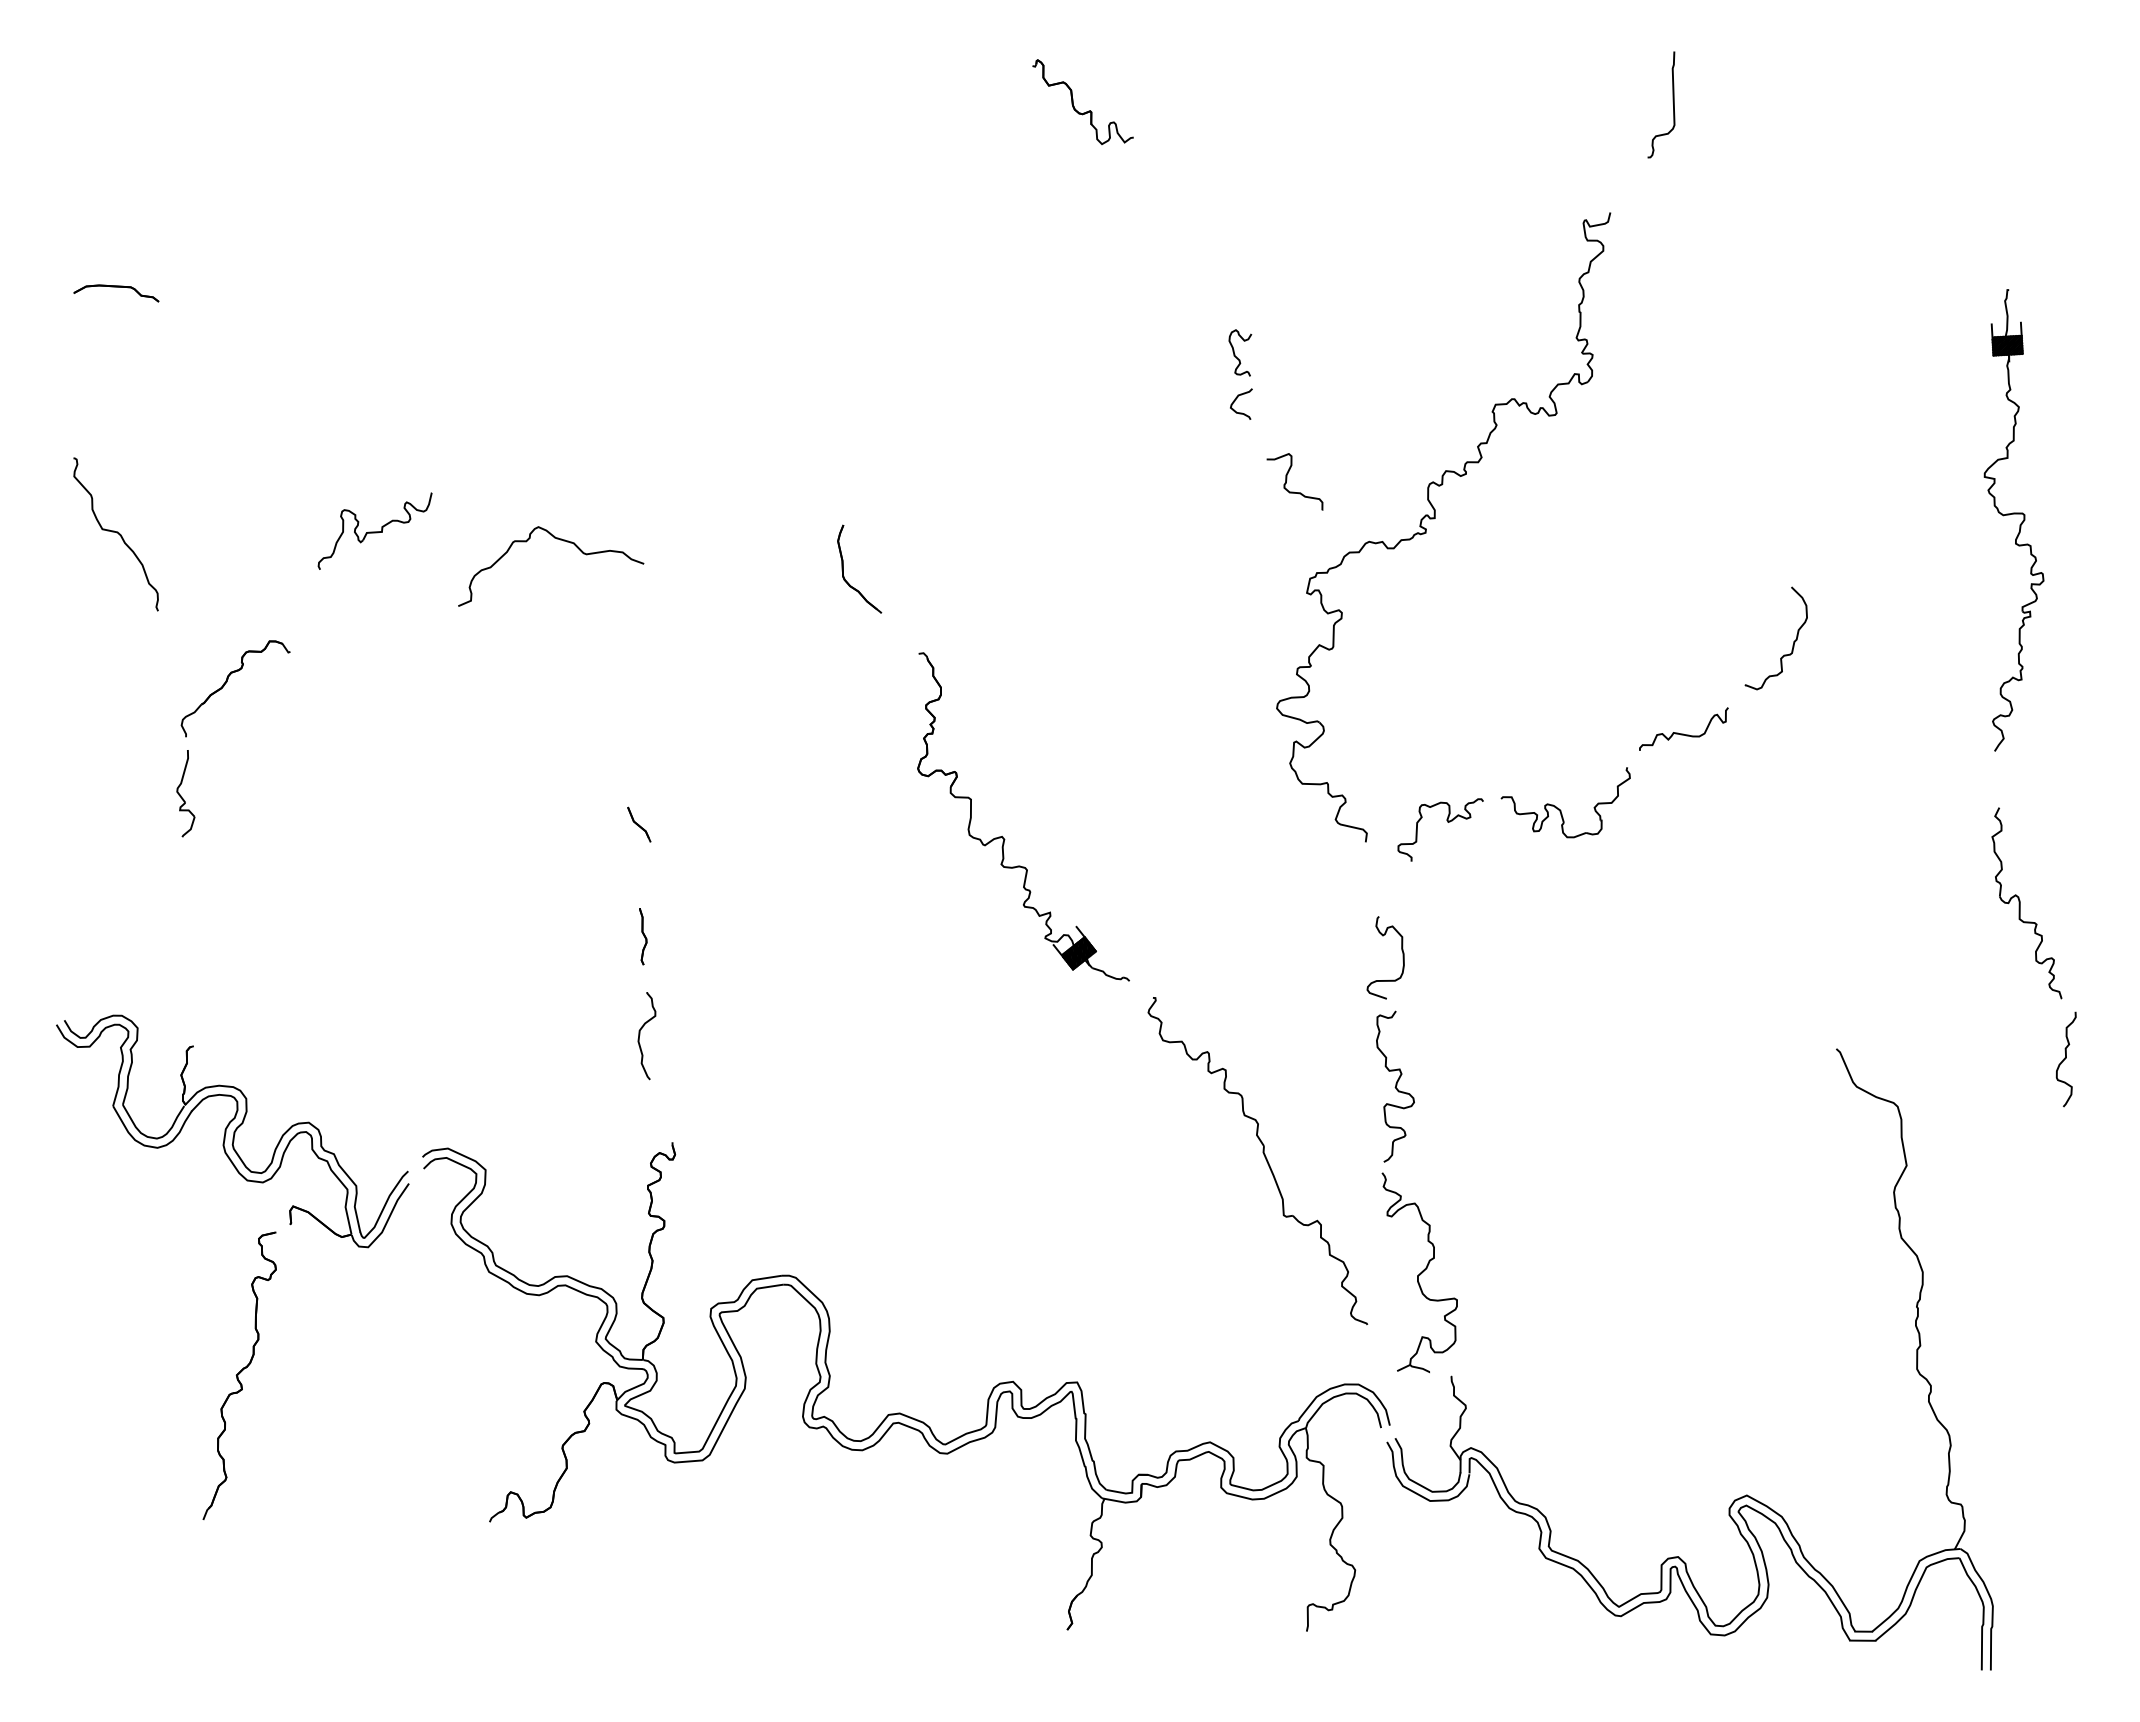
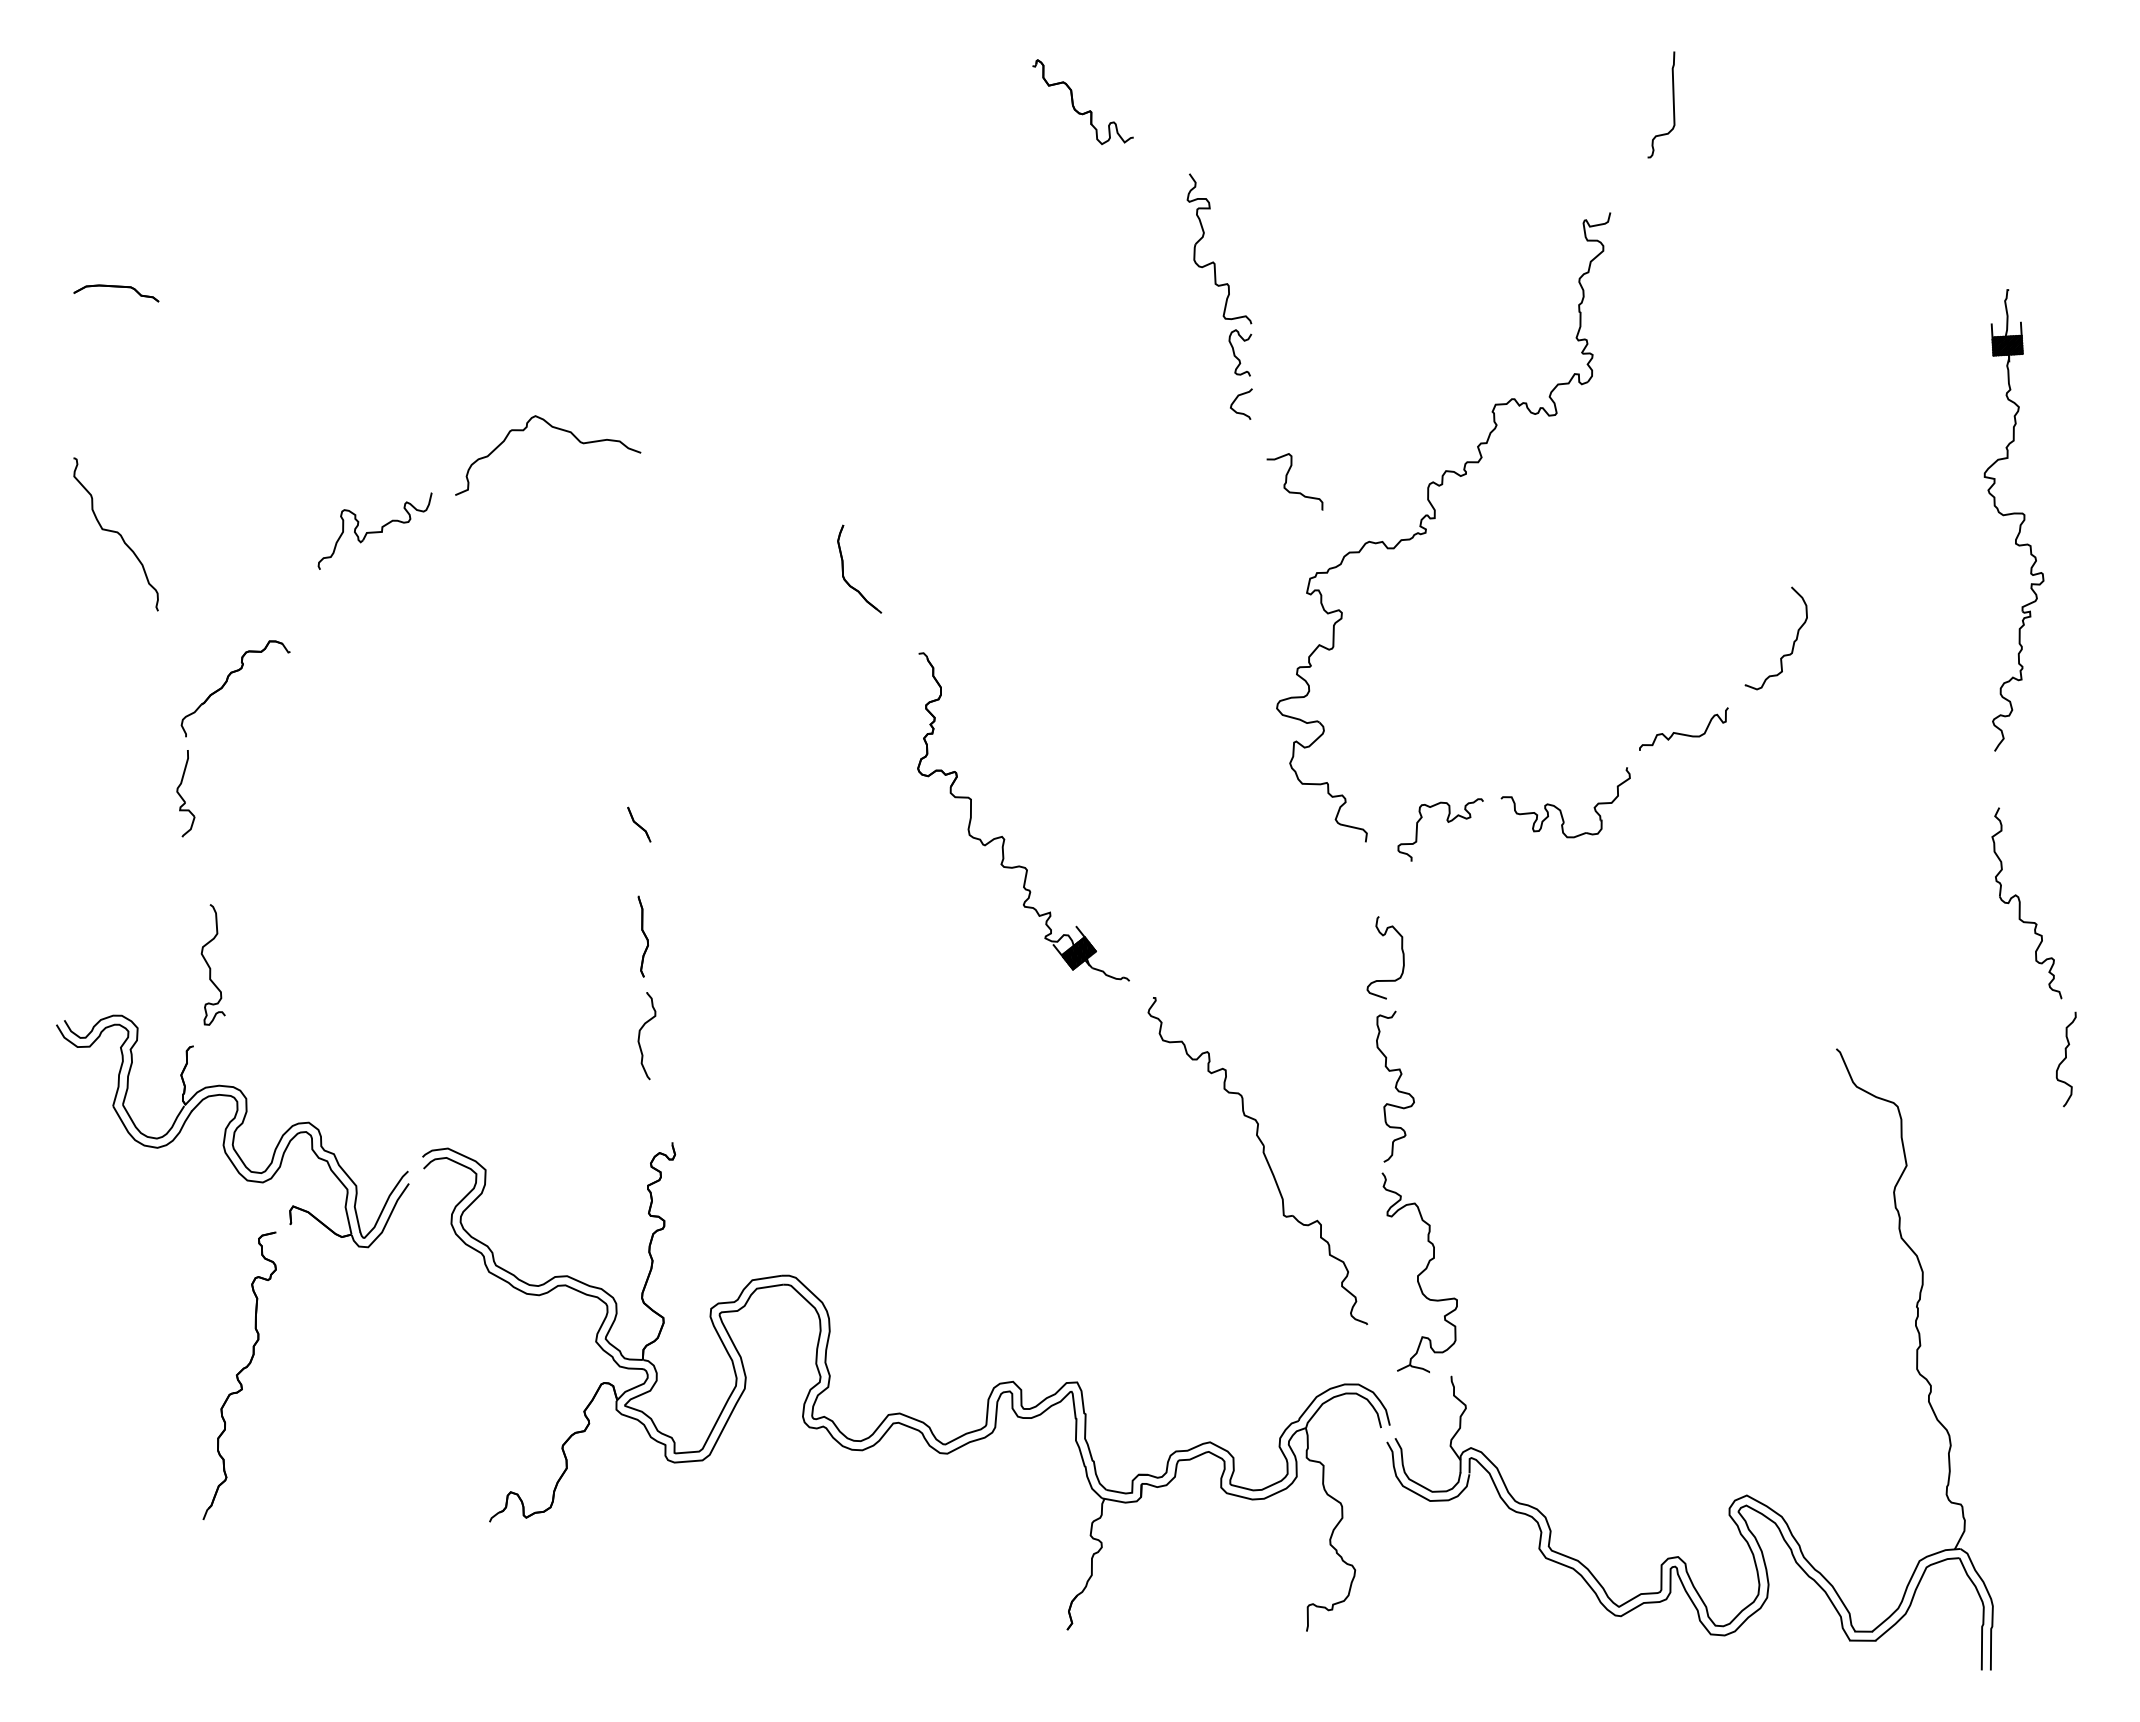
part at (1213, 261): none -> present
curve at (556, 539) position: (556, 539) -> (553, 428)
part at (643, 936) size: 9x58 px -> 12x83 px
curve at (210, 966): none -> present
